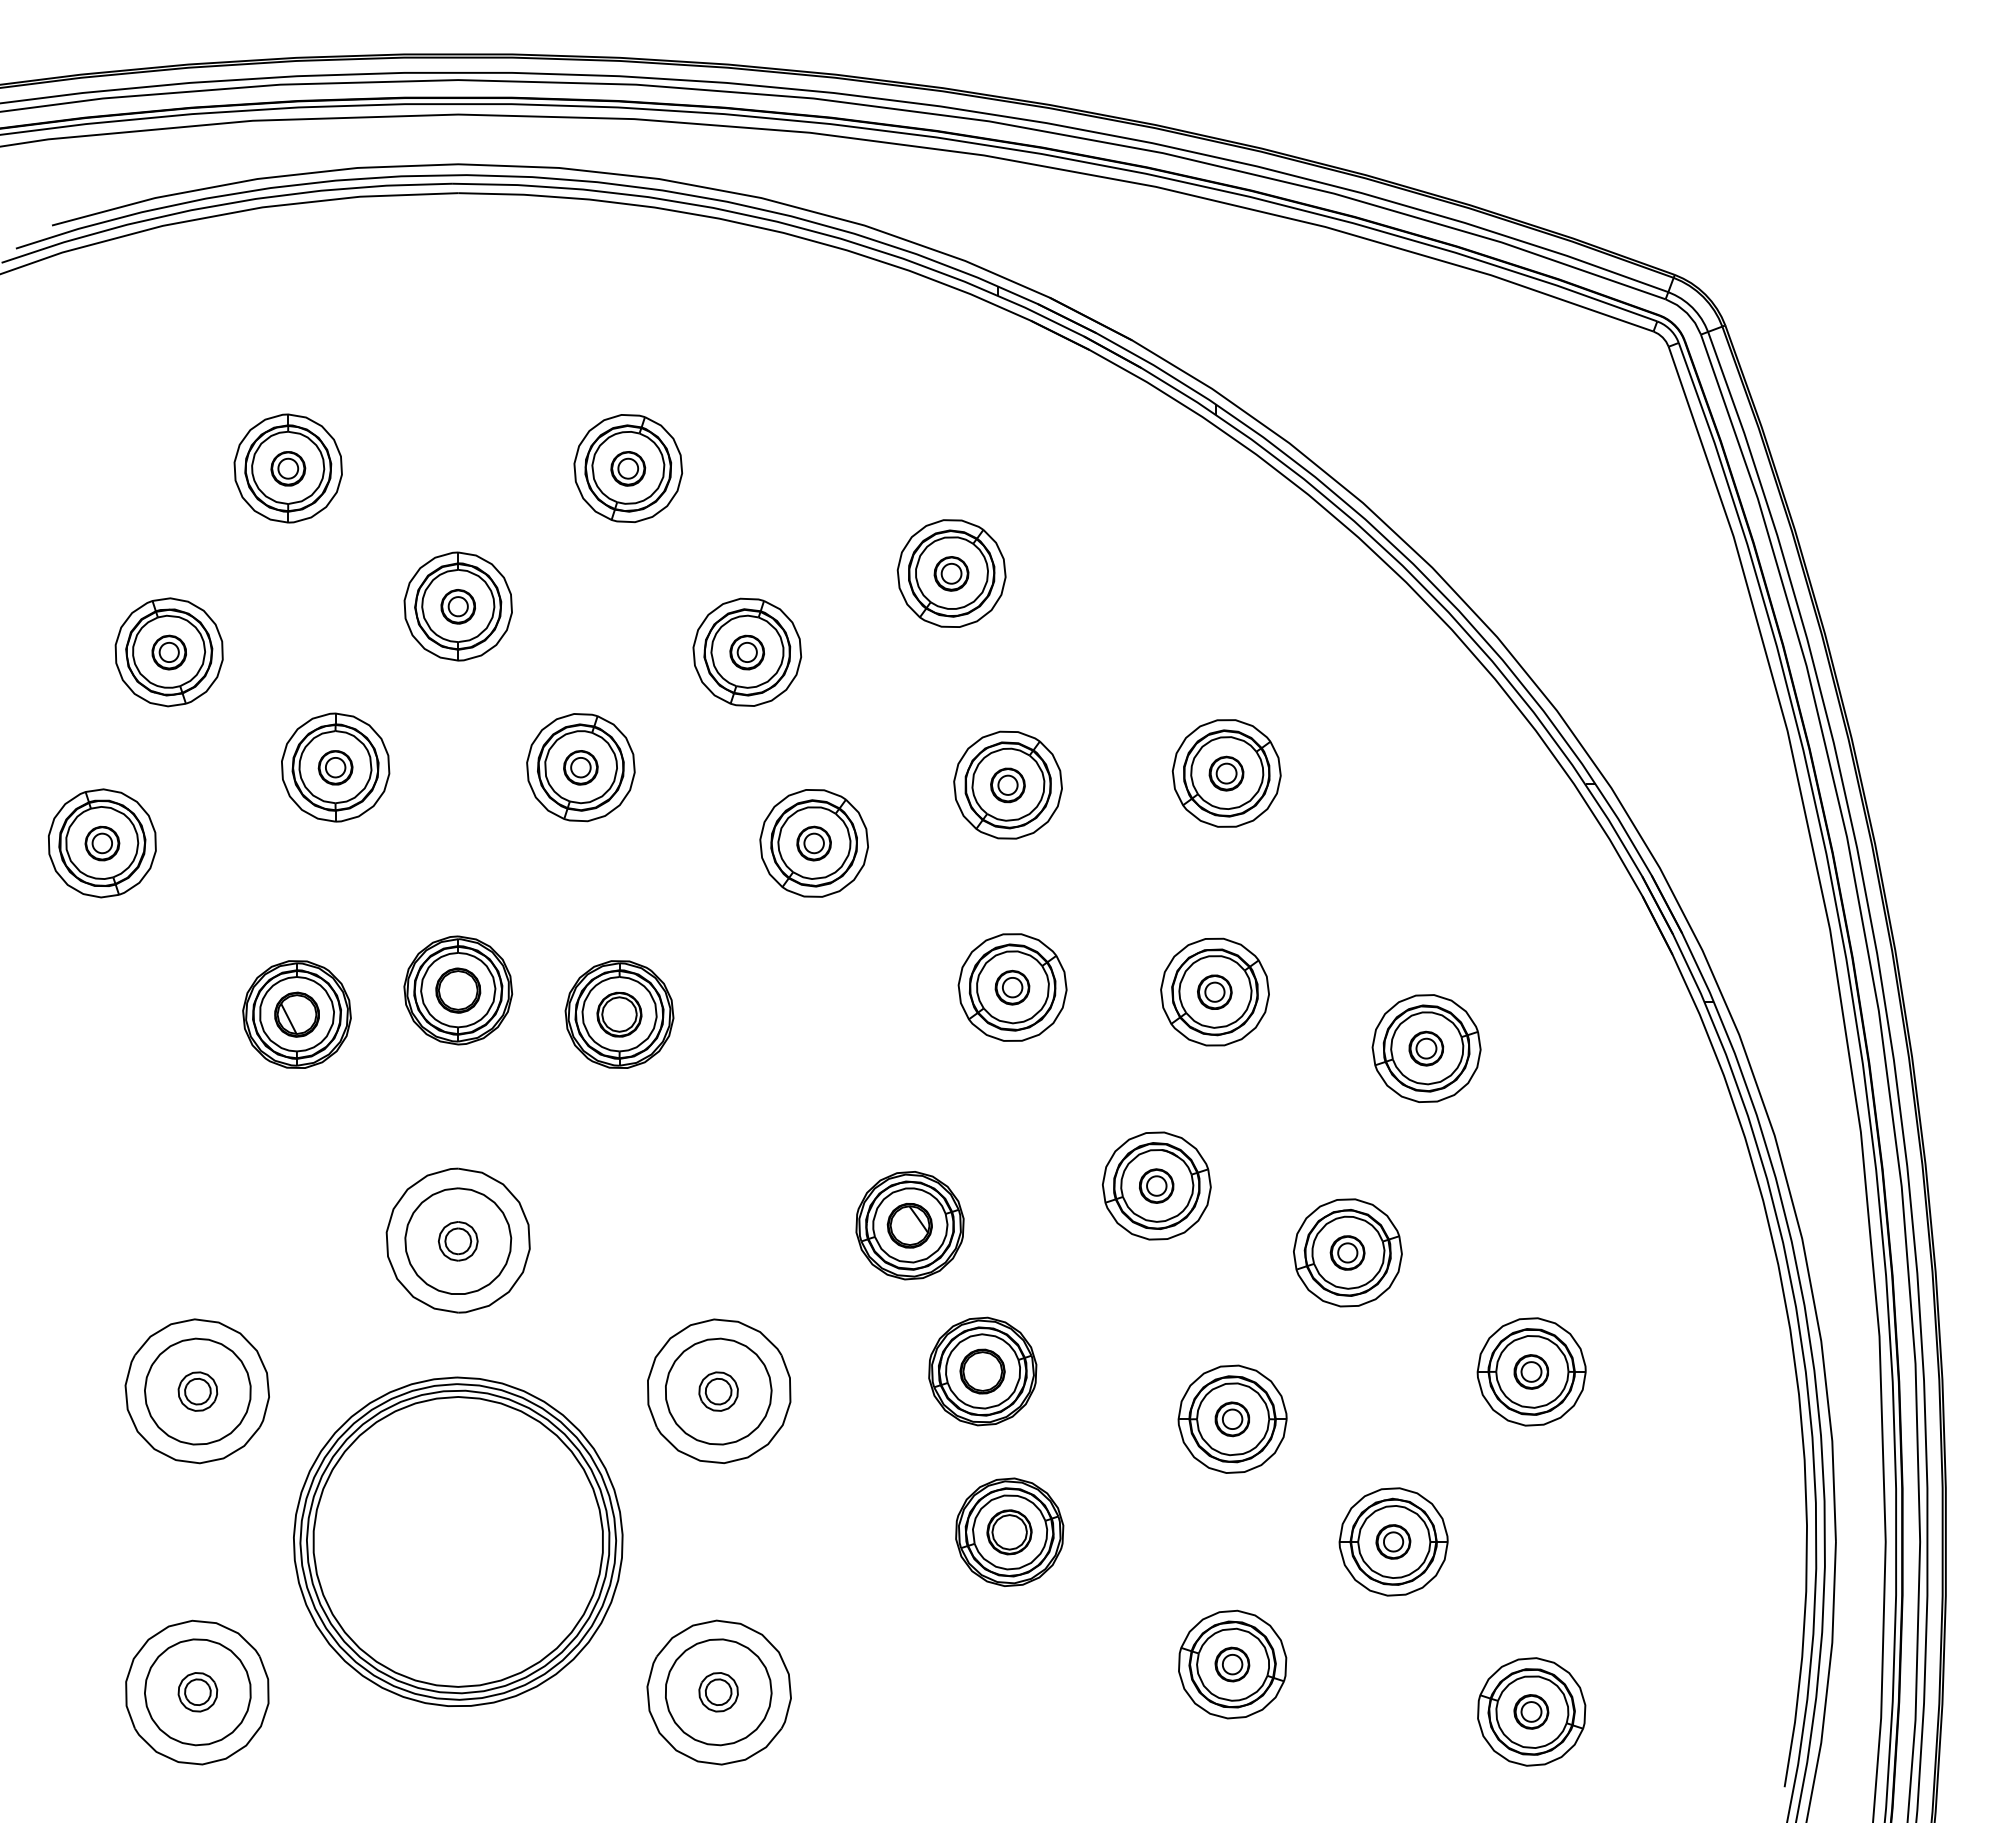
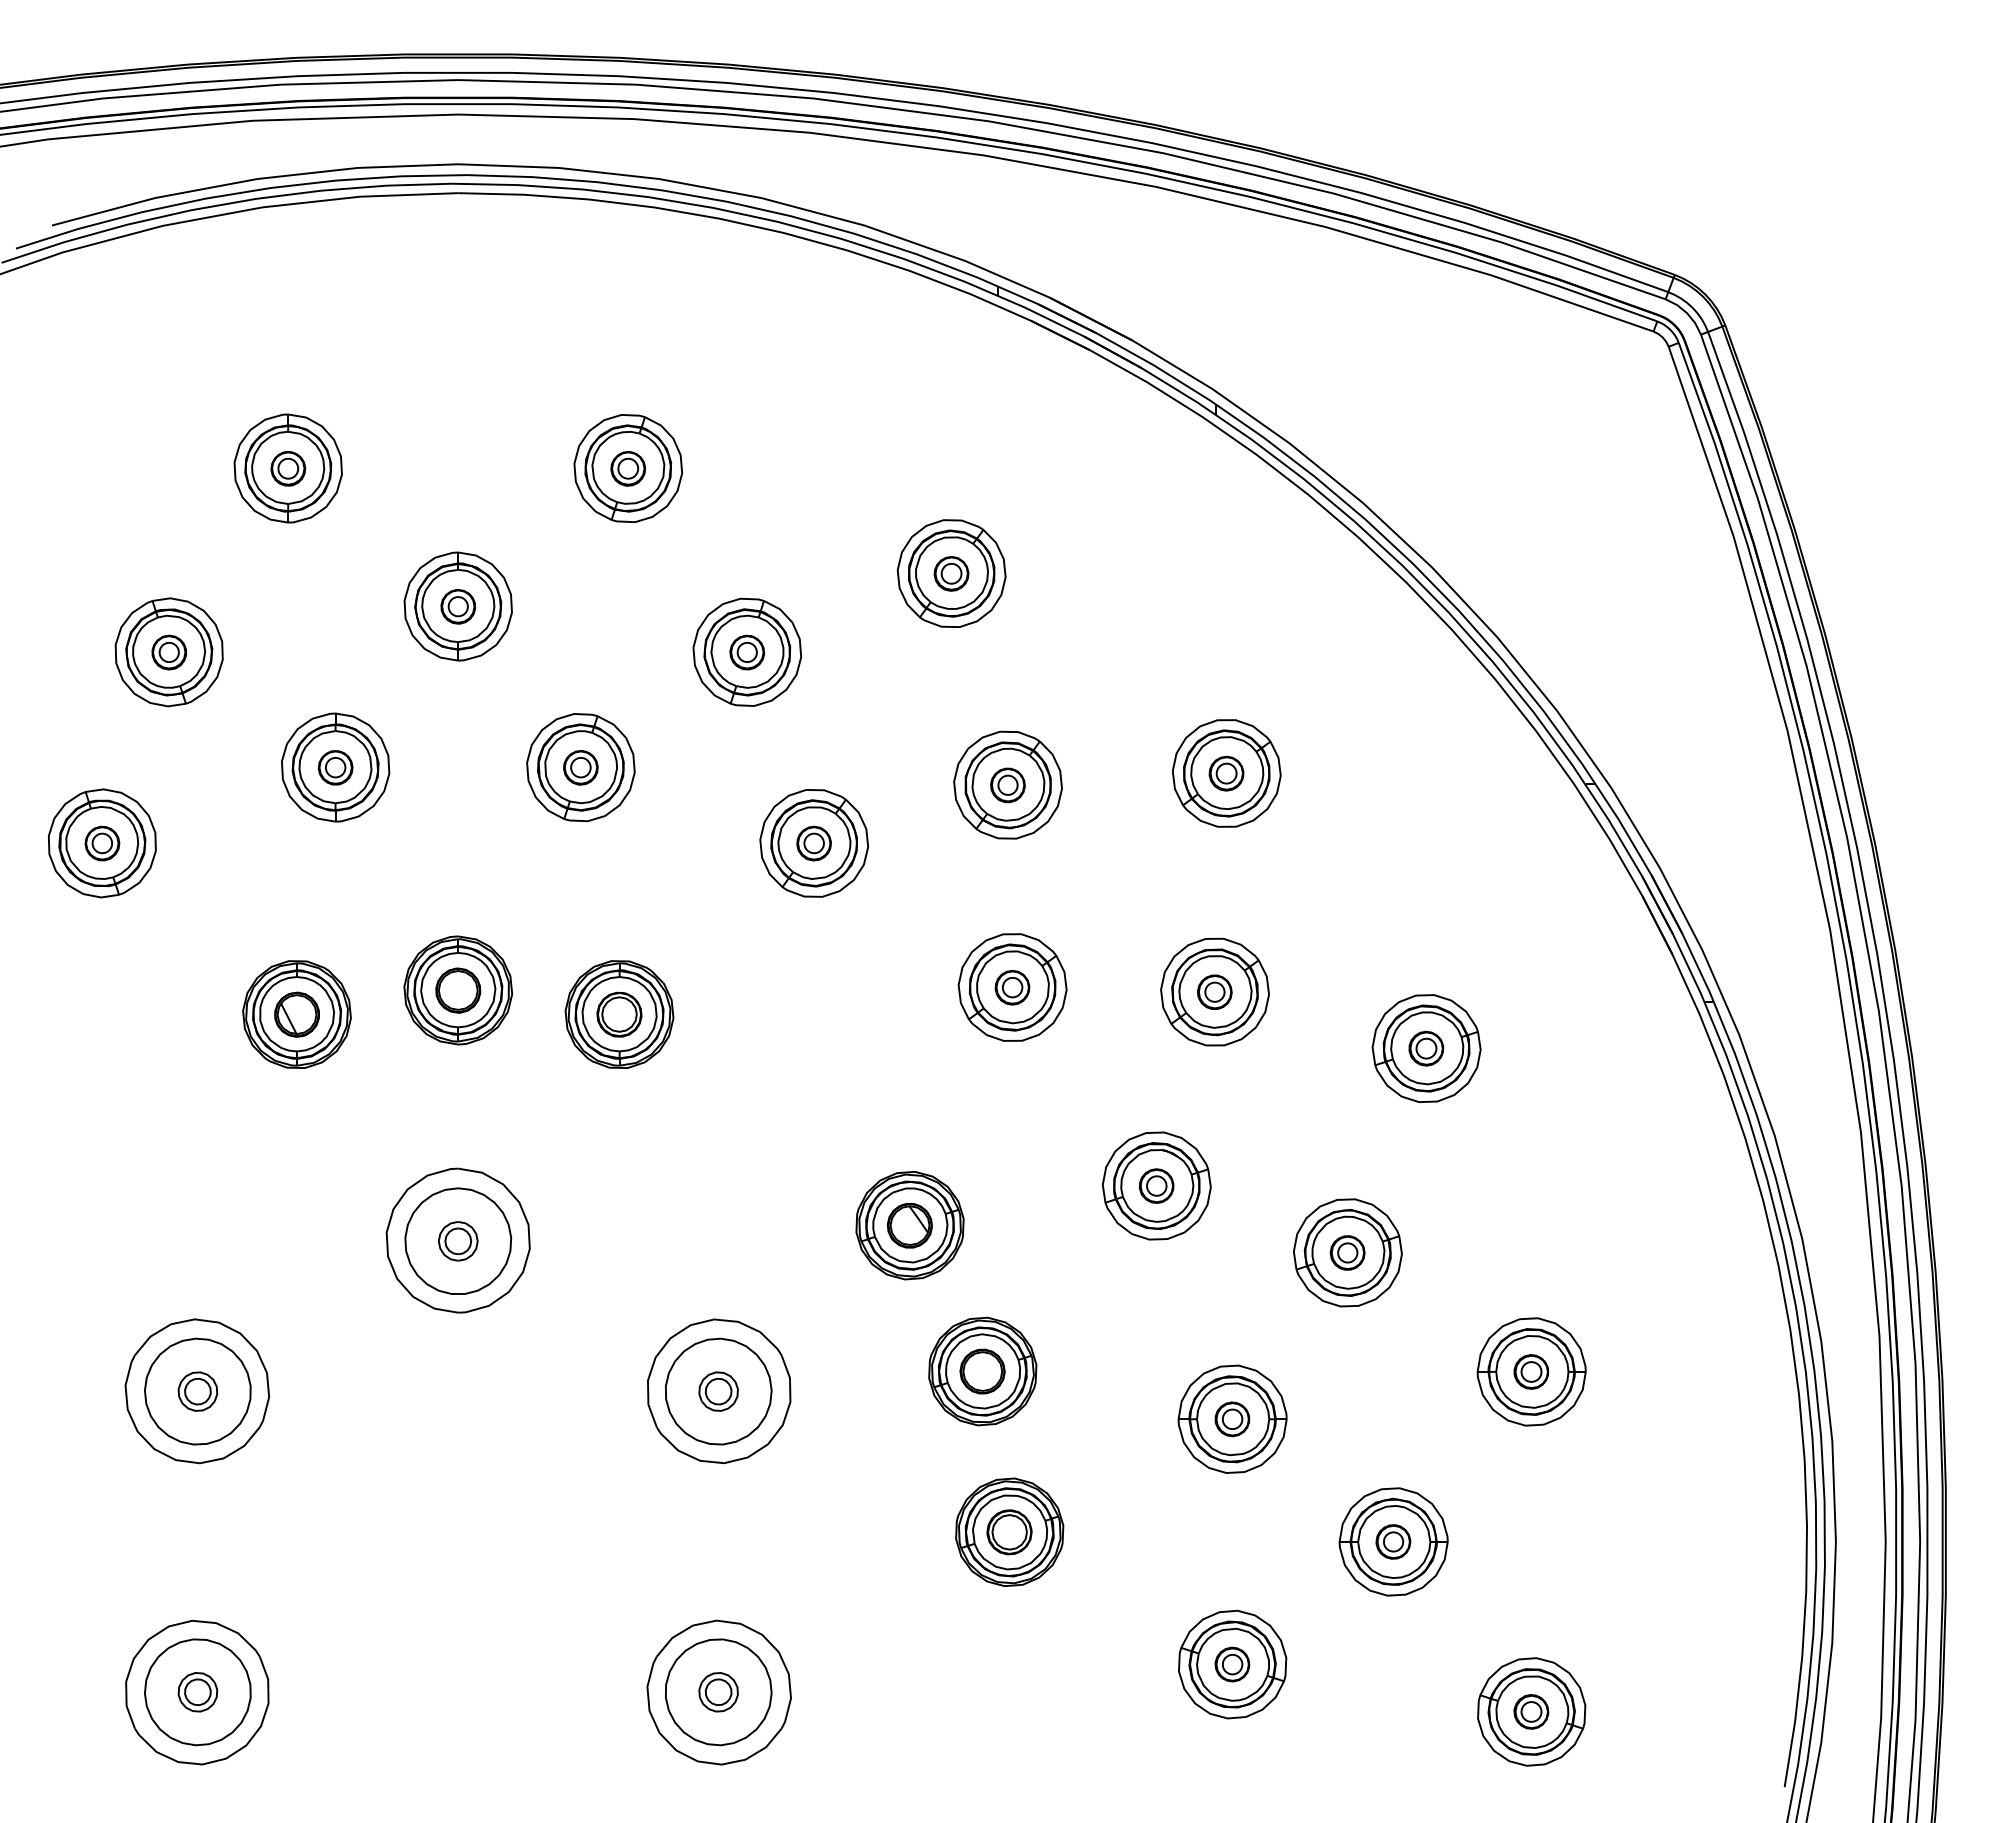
part at (458, 1541): present -> none
